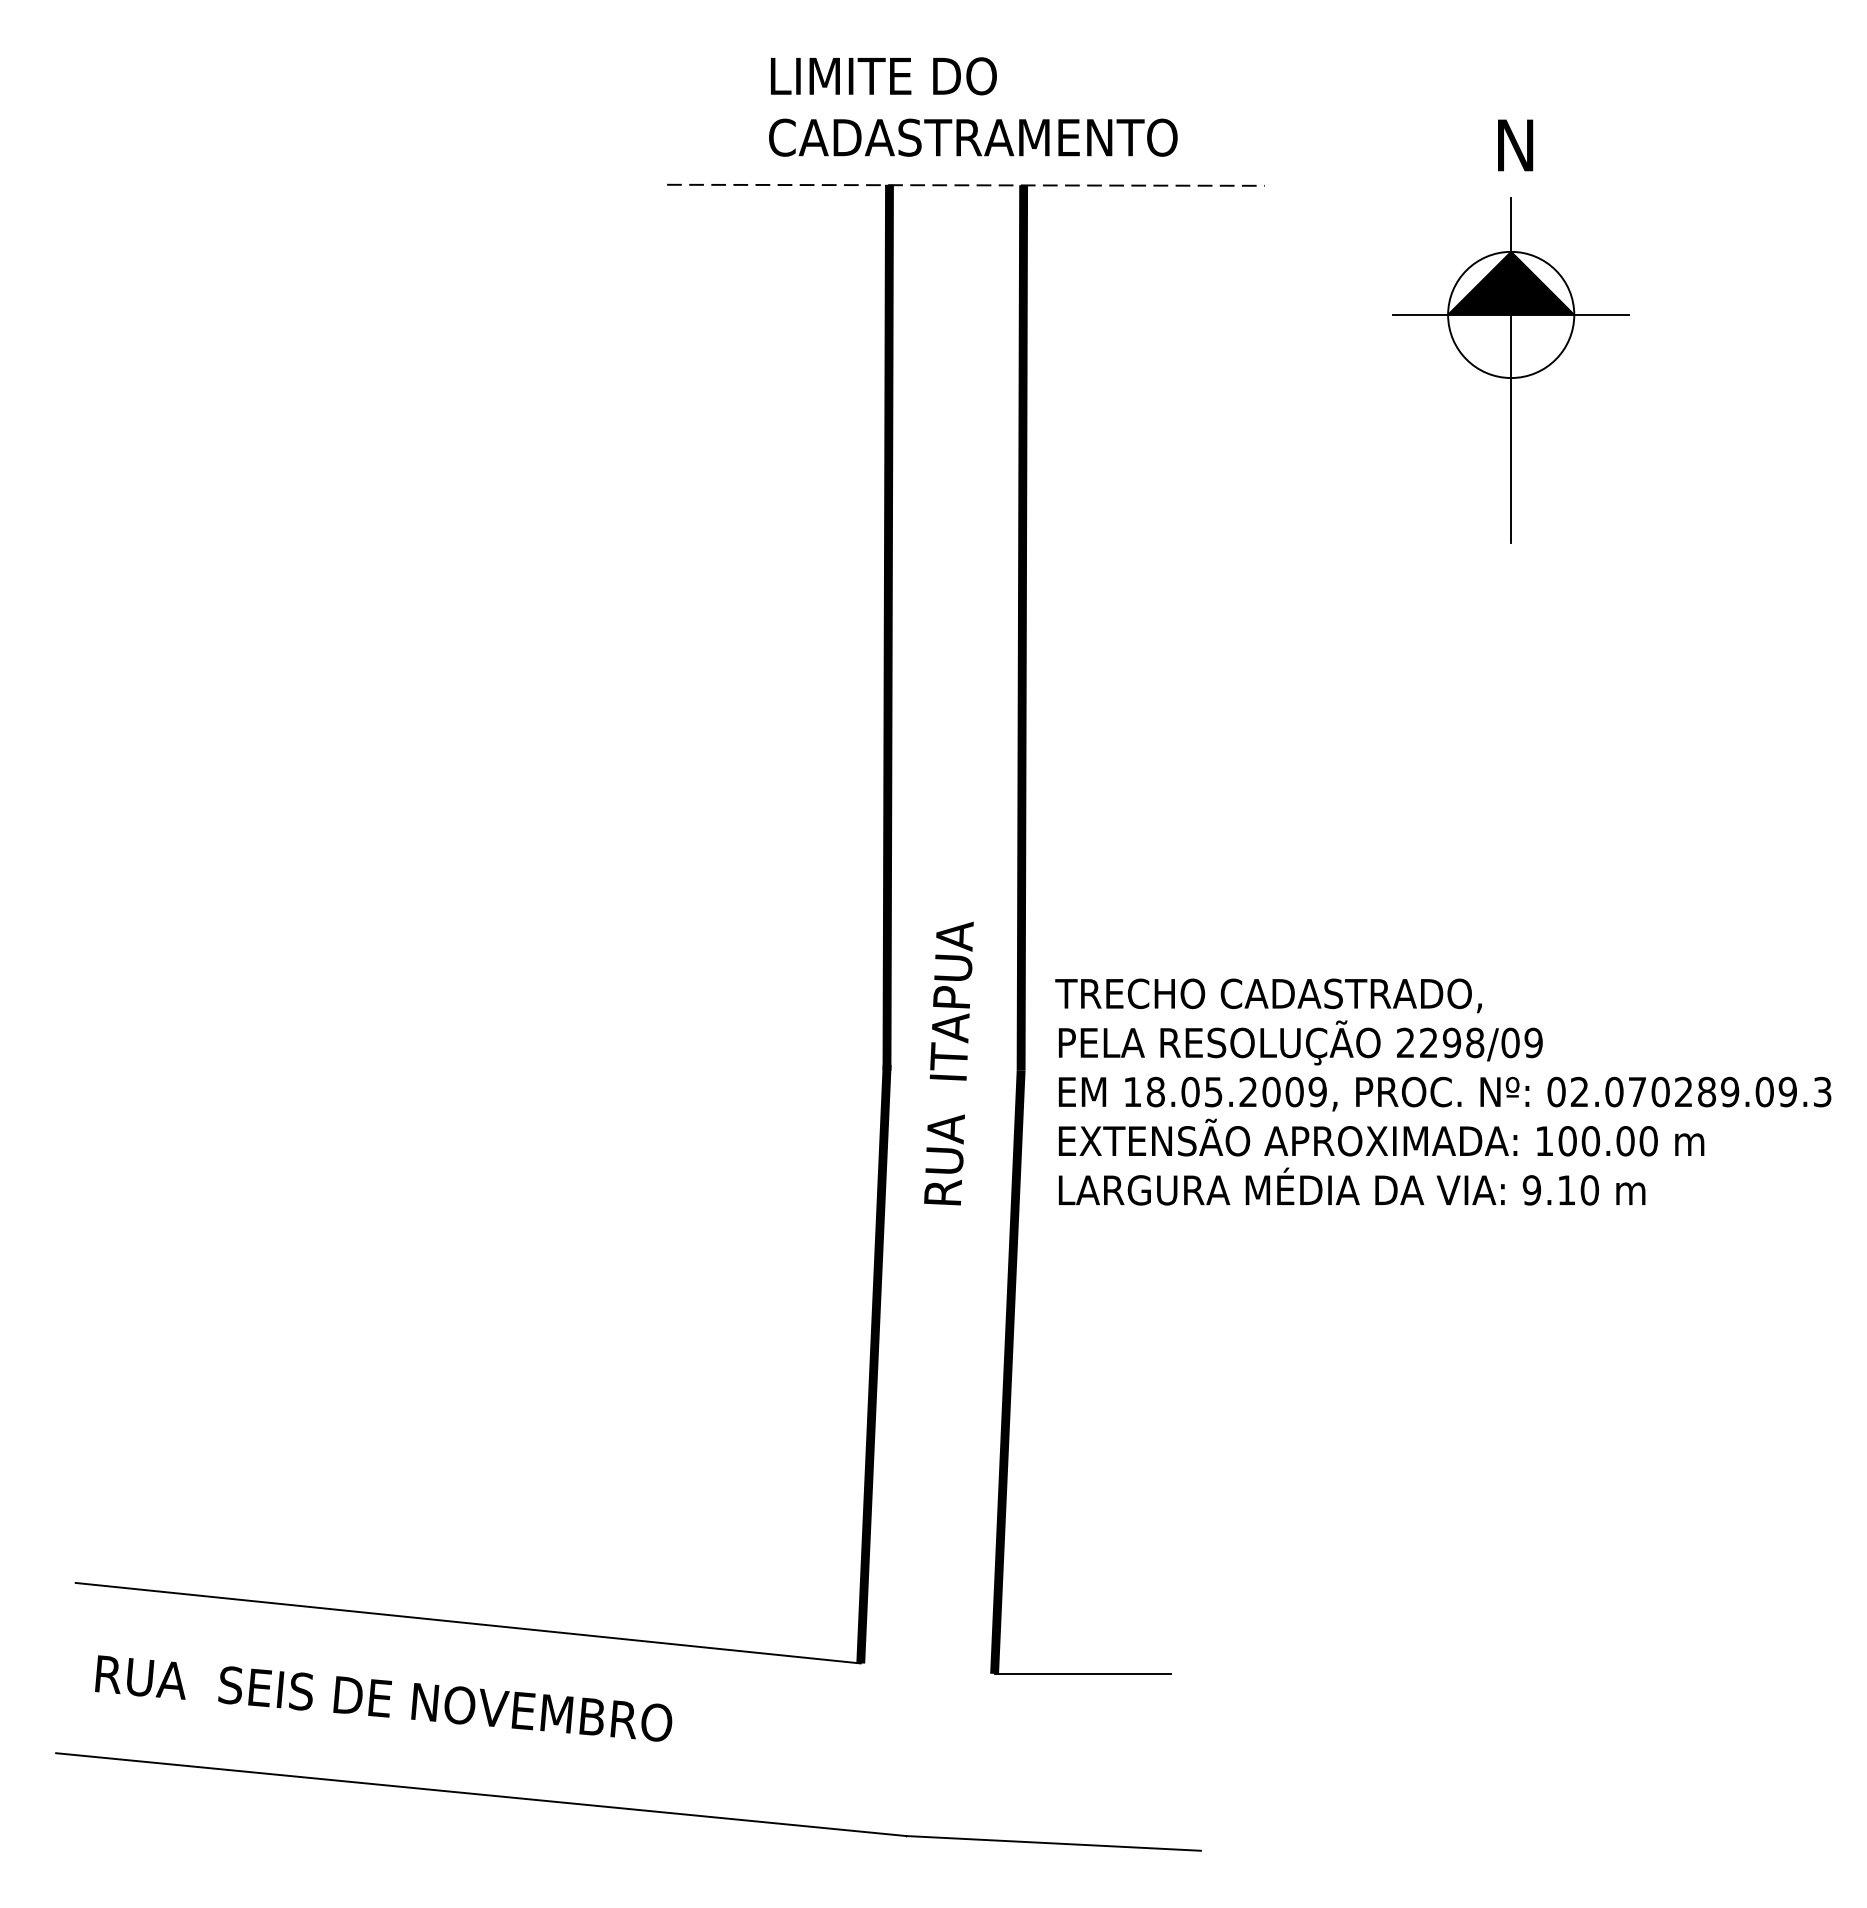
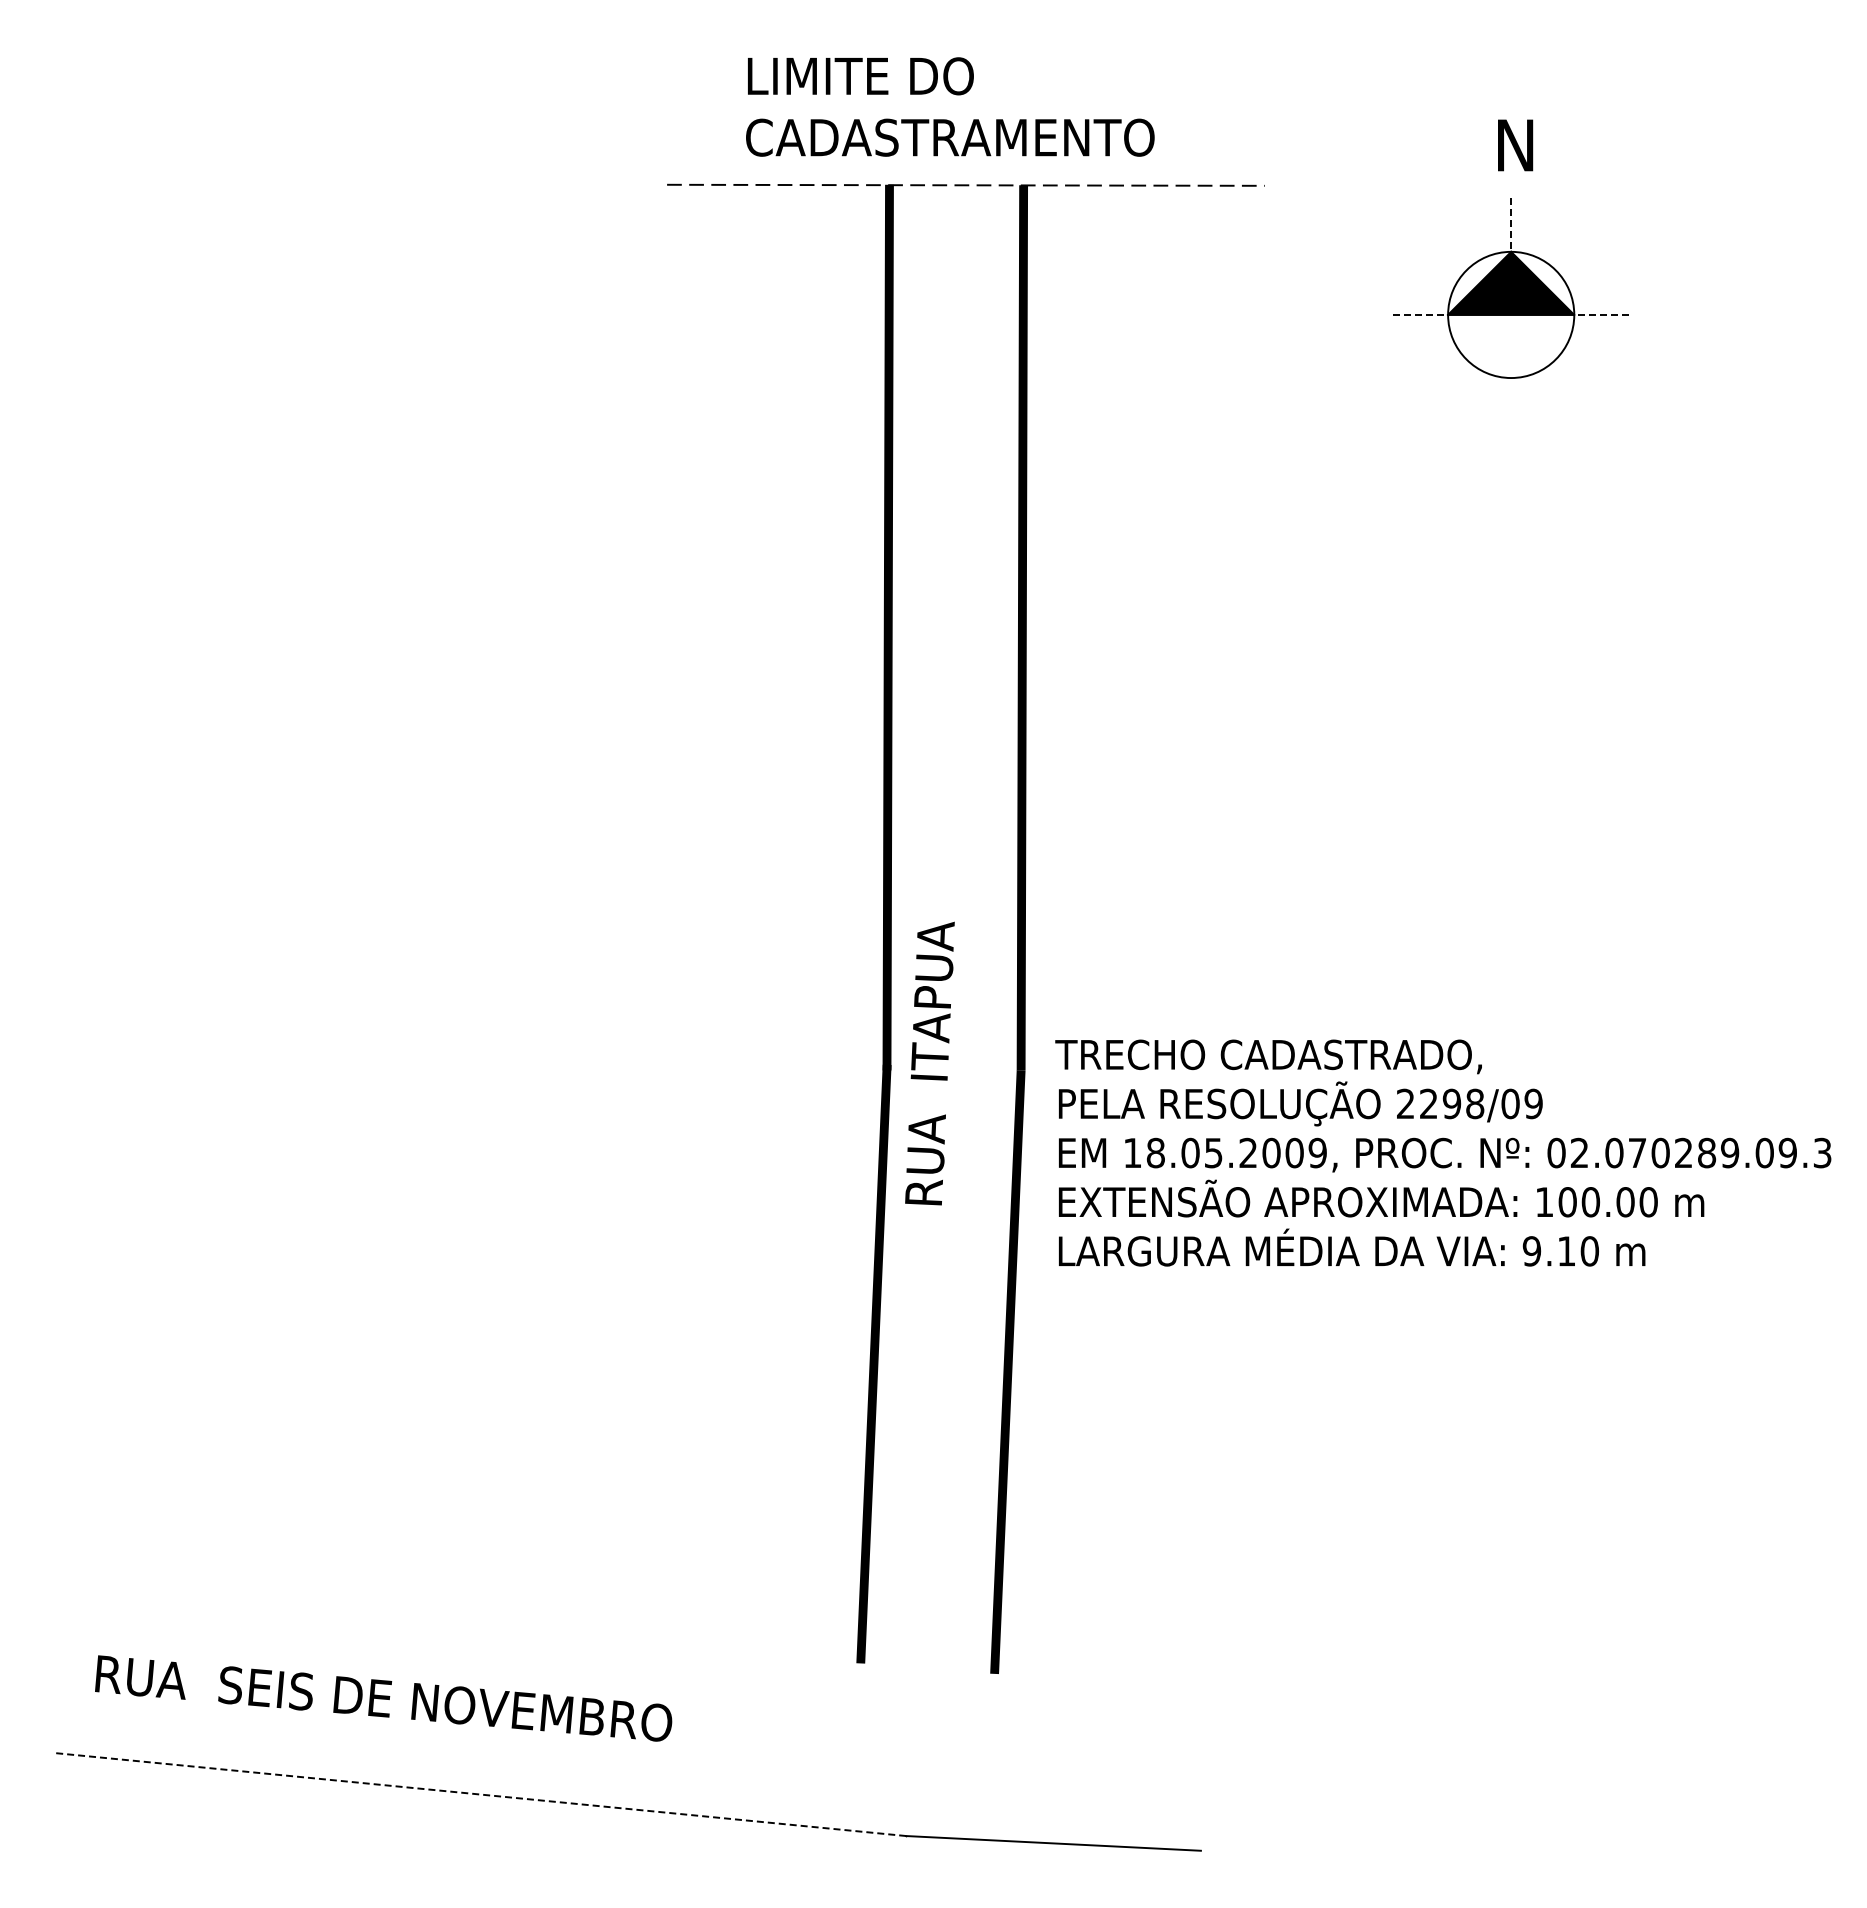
text at (973, 106) position: (973, 106) -> (950, 106)
line at (1510, 225): solid -> dashed
line at (1421, 314): solid -> dashed
line at (1601, 314): solid -> dashed
line at (1510, 428): present -> none
text at (948, 1063) position: (948, 1063) -> (929, 1063)
text at (1443, 1091) position: (1443, 1091) -> (1443, 1152)
line at (467, 1622): present -> none
line at (1082, 1673): present -> none
line at (480, 1794): solid -> dashed
